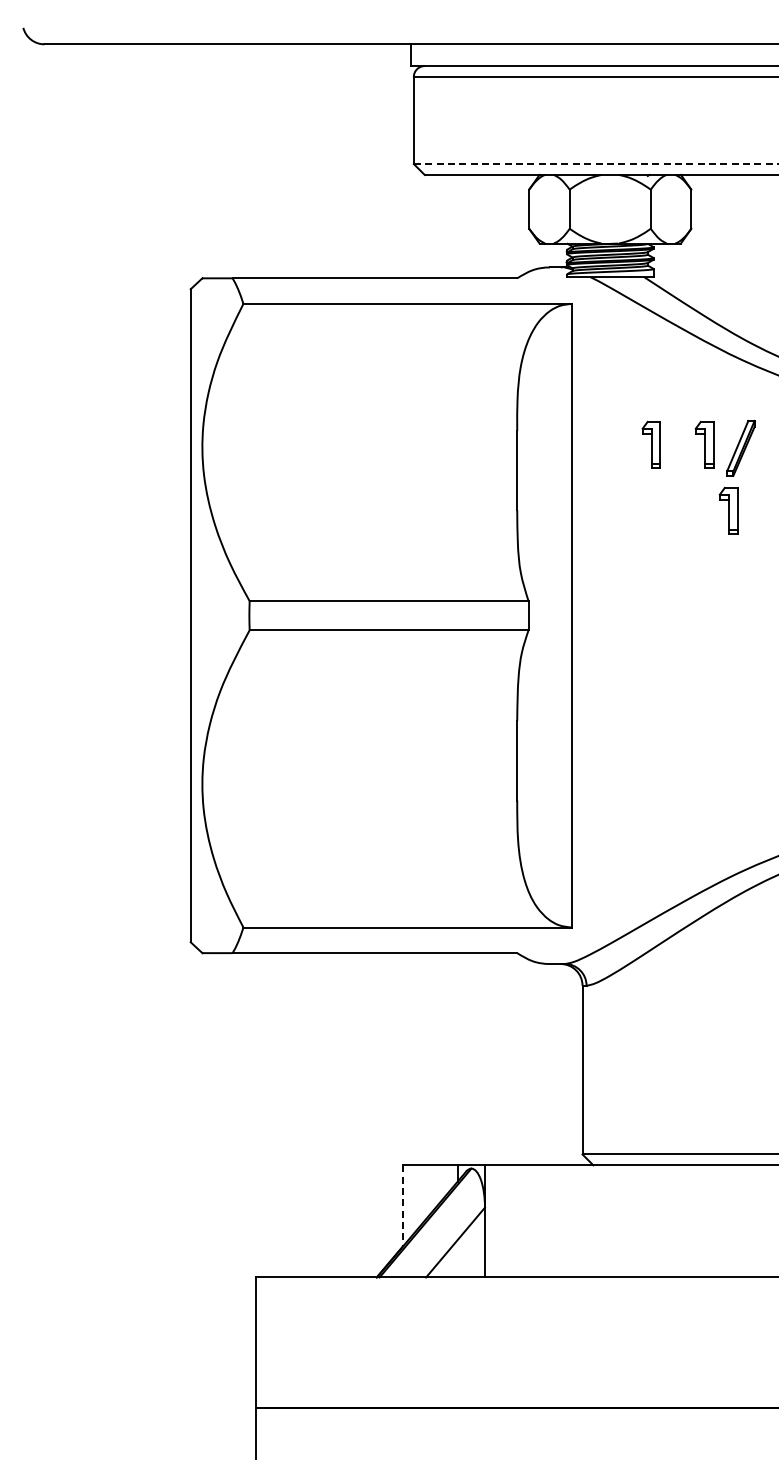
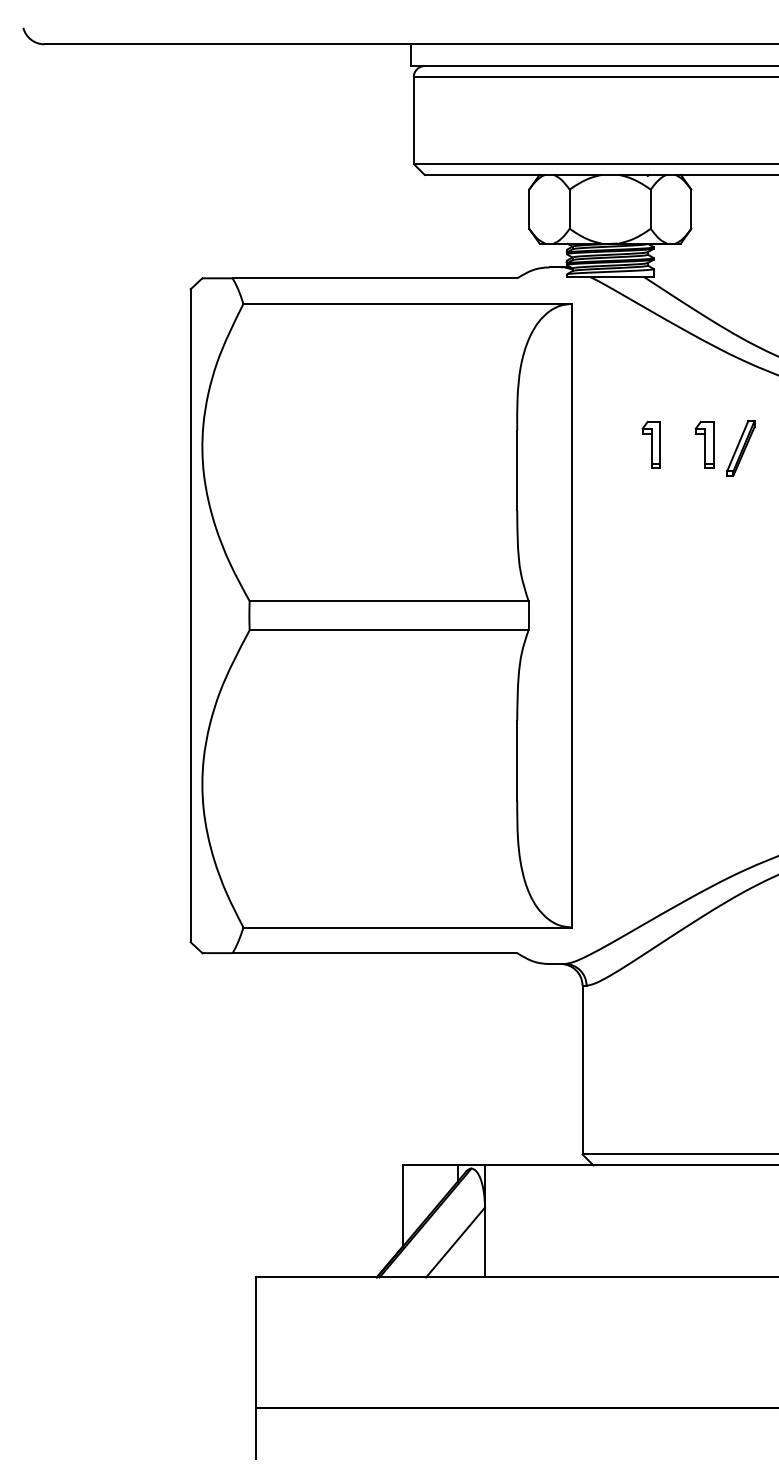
line at (596, 164): dashed -> solid
part at (728, 510): present -> none
line at (402, 1205): dashed -> solid
